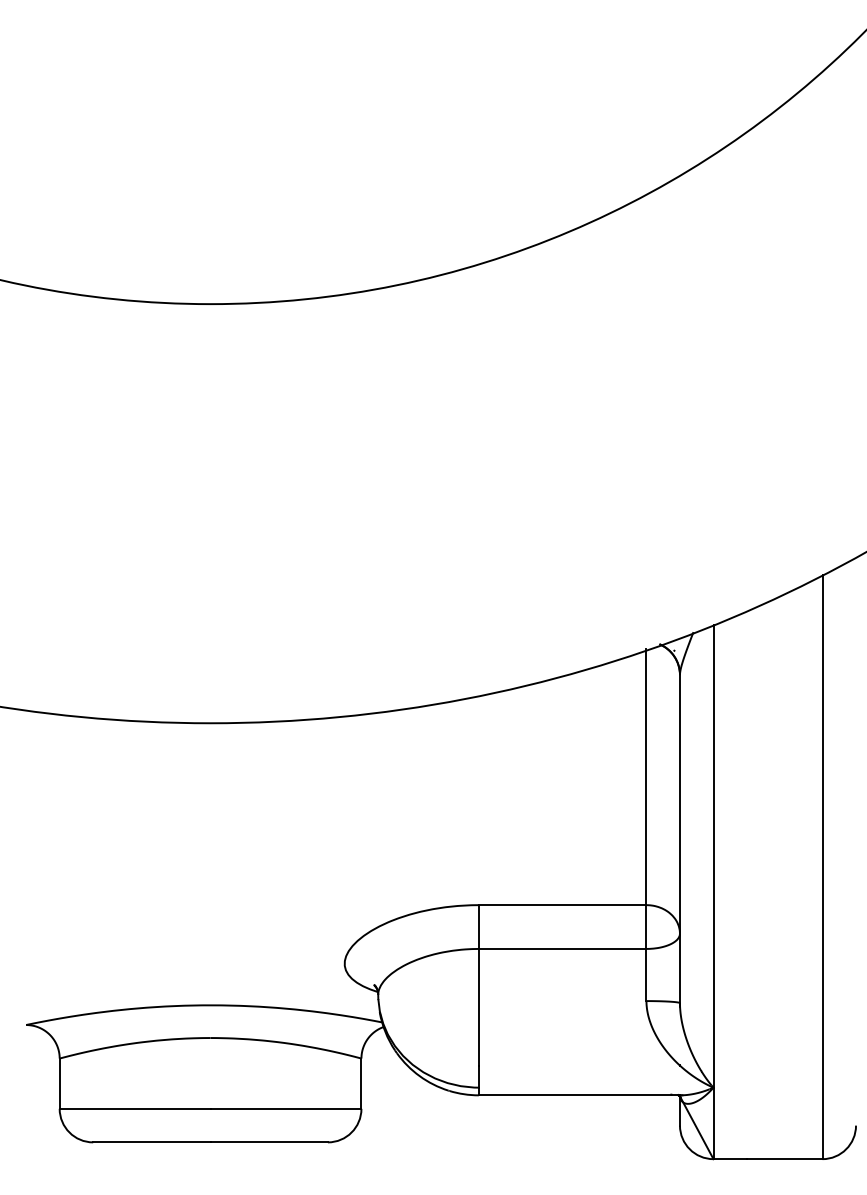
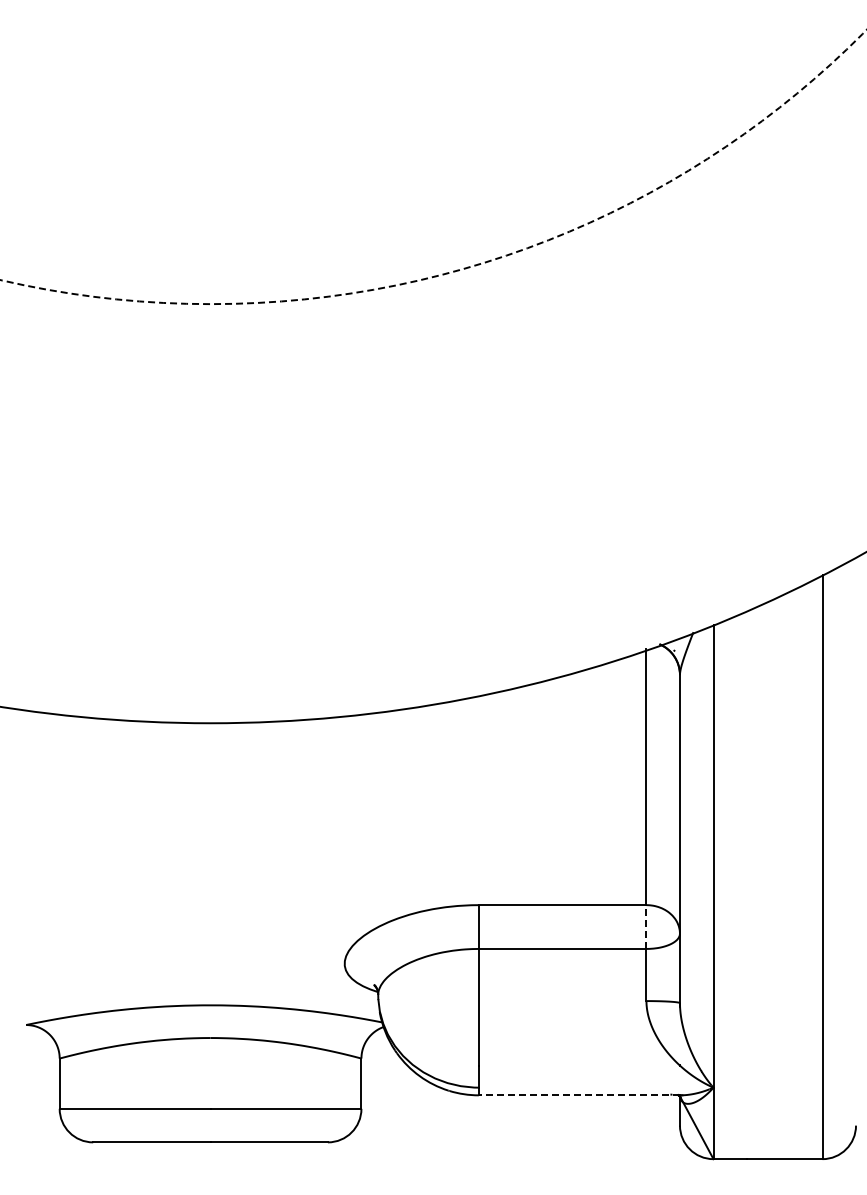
arc at (468, 267): solid -> dashed
line at (646, 927): solid -> dashed
line at (579, 1095): solid -> dashed
